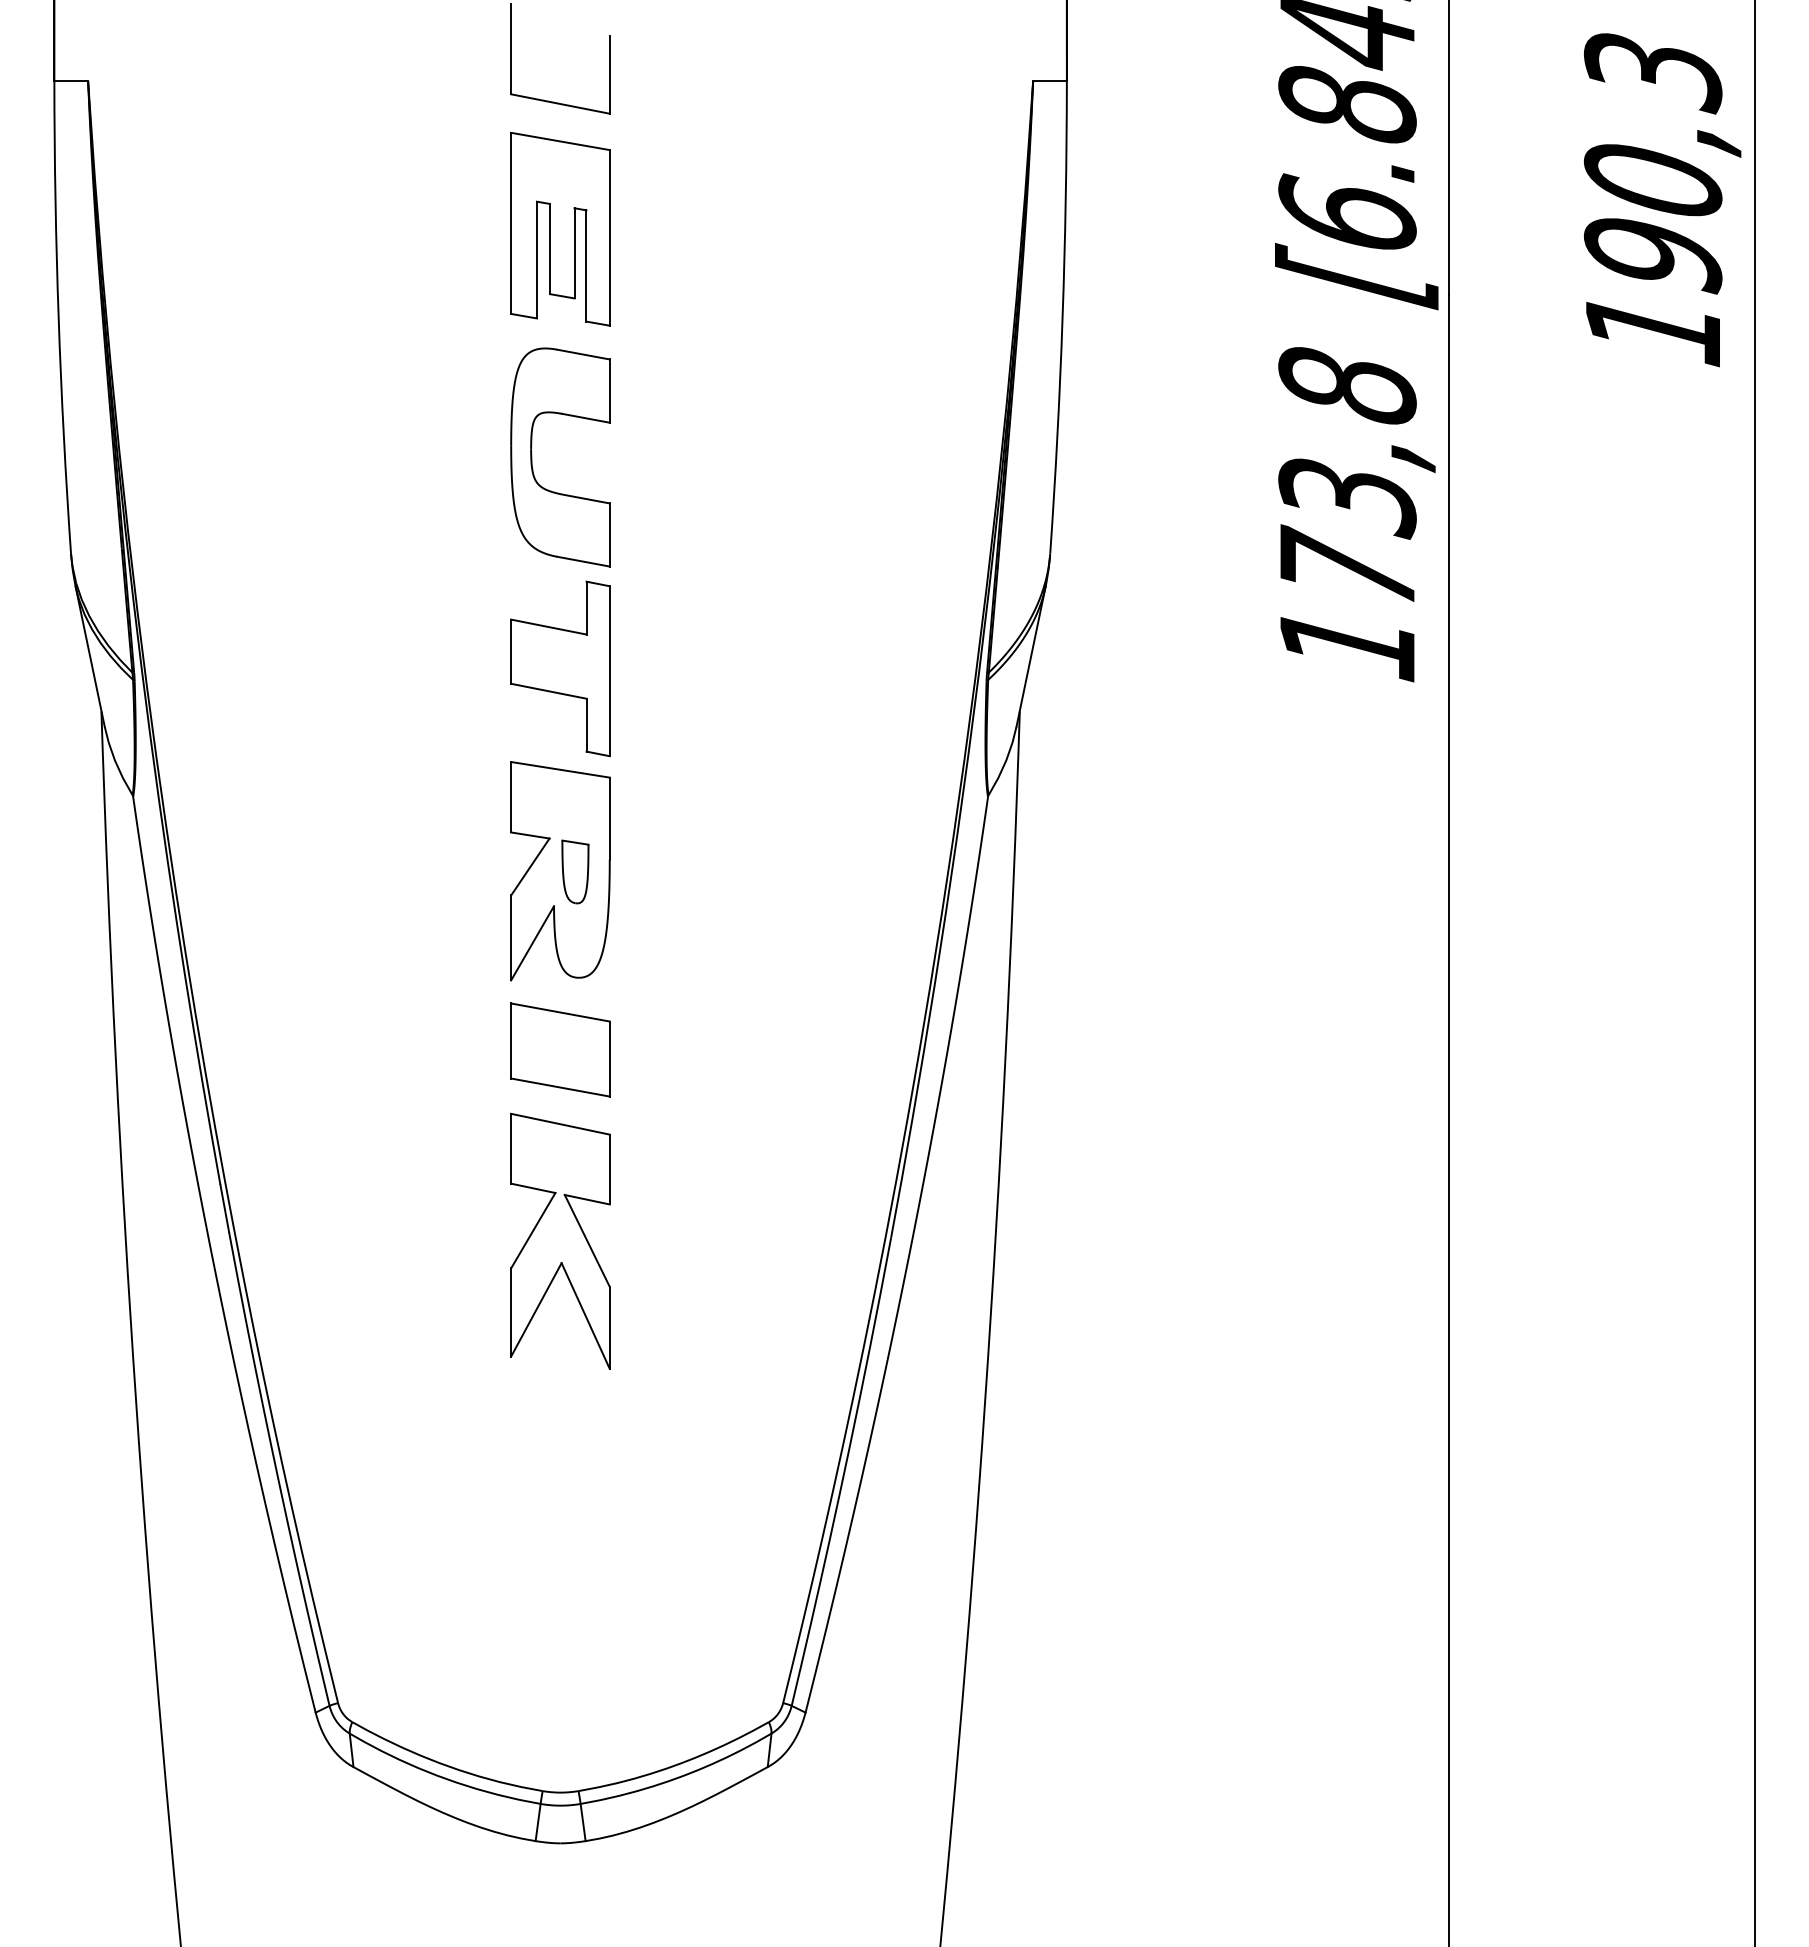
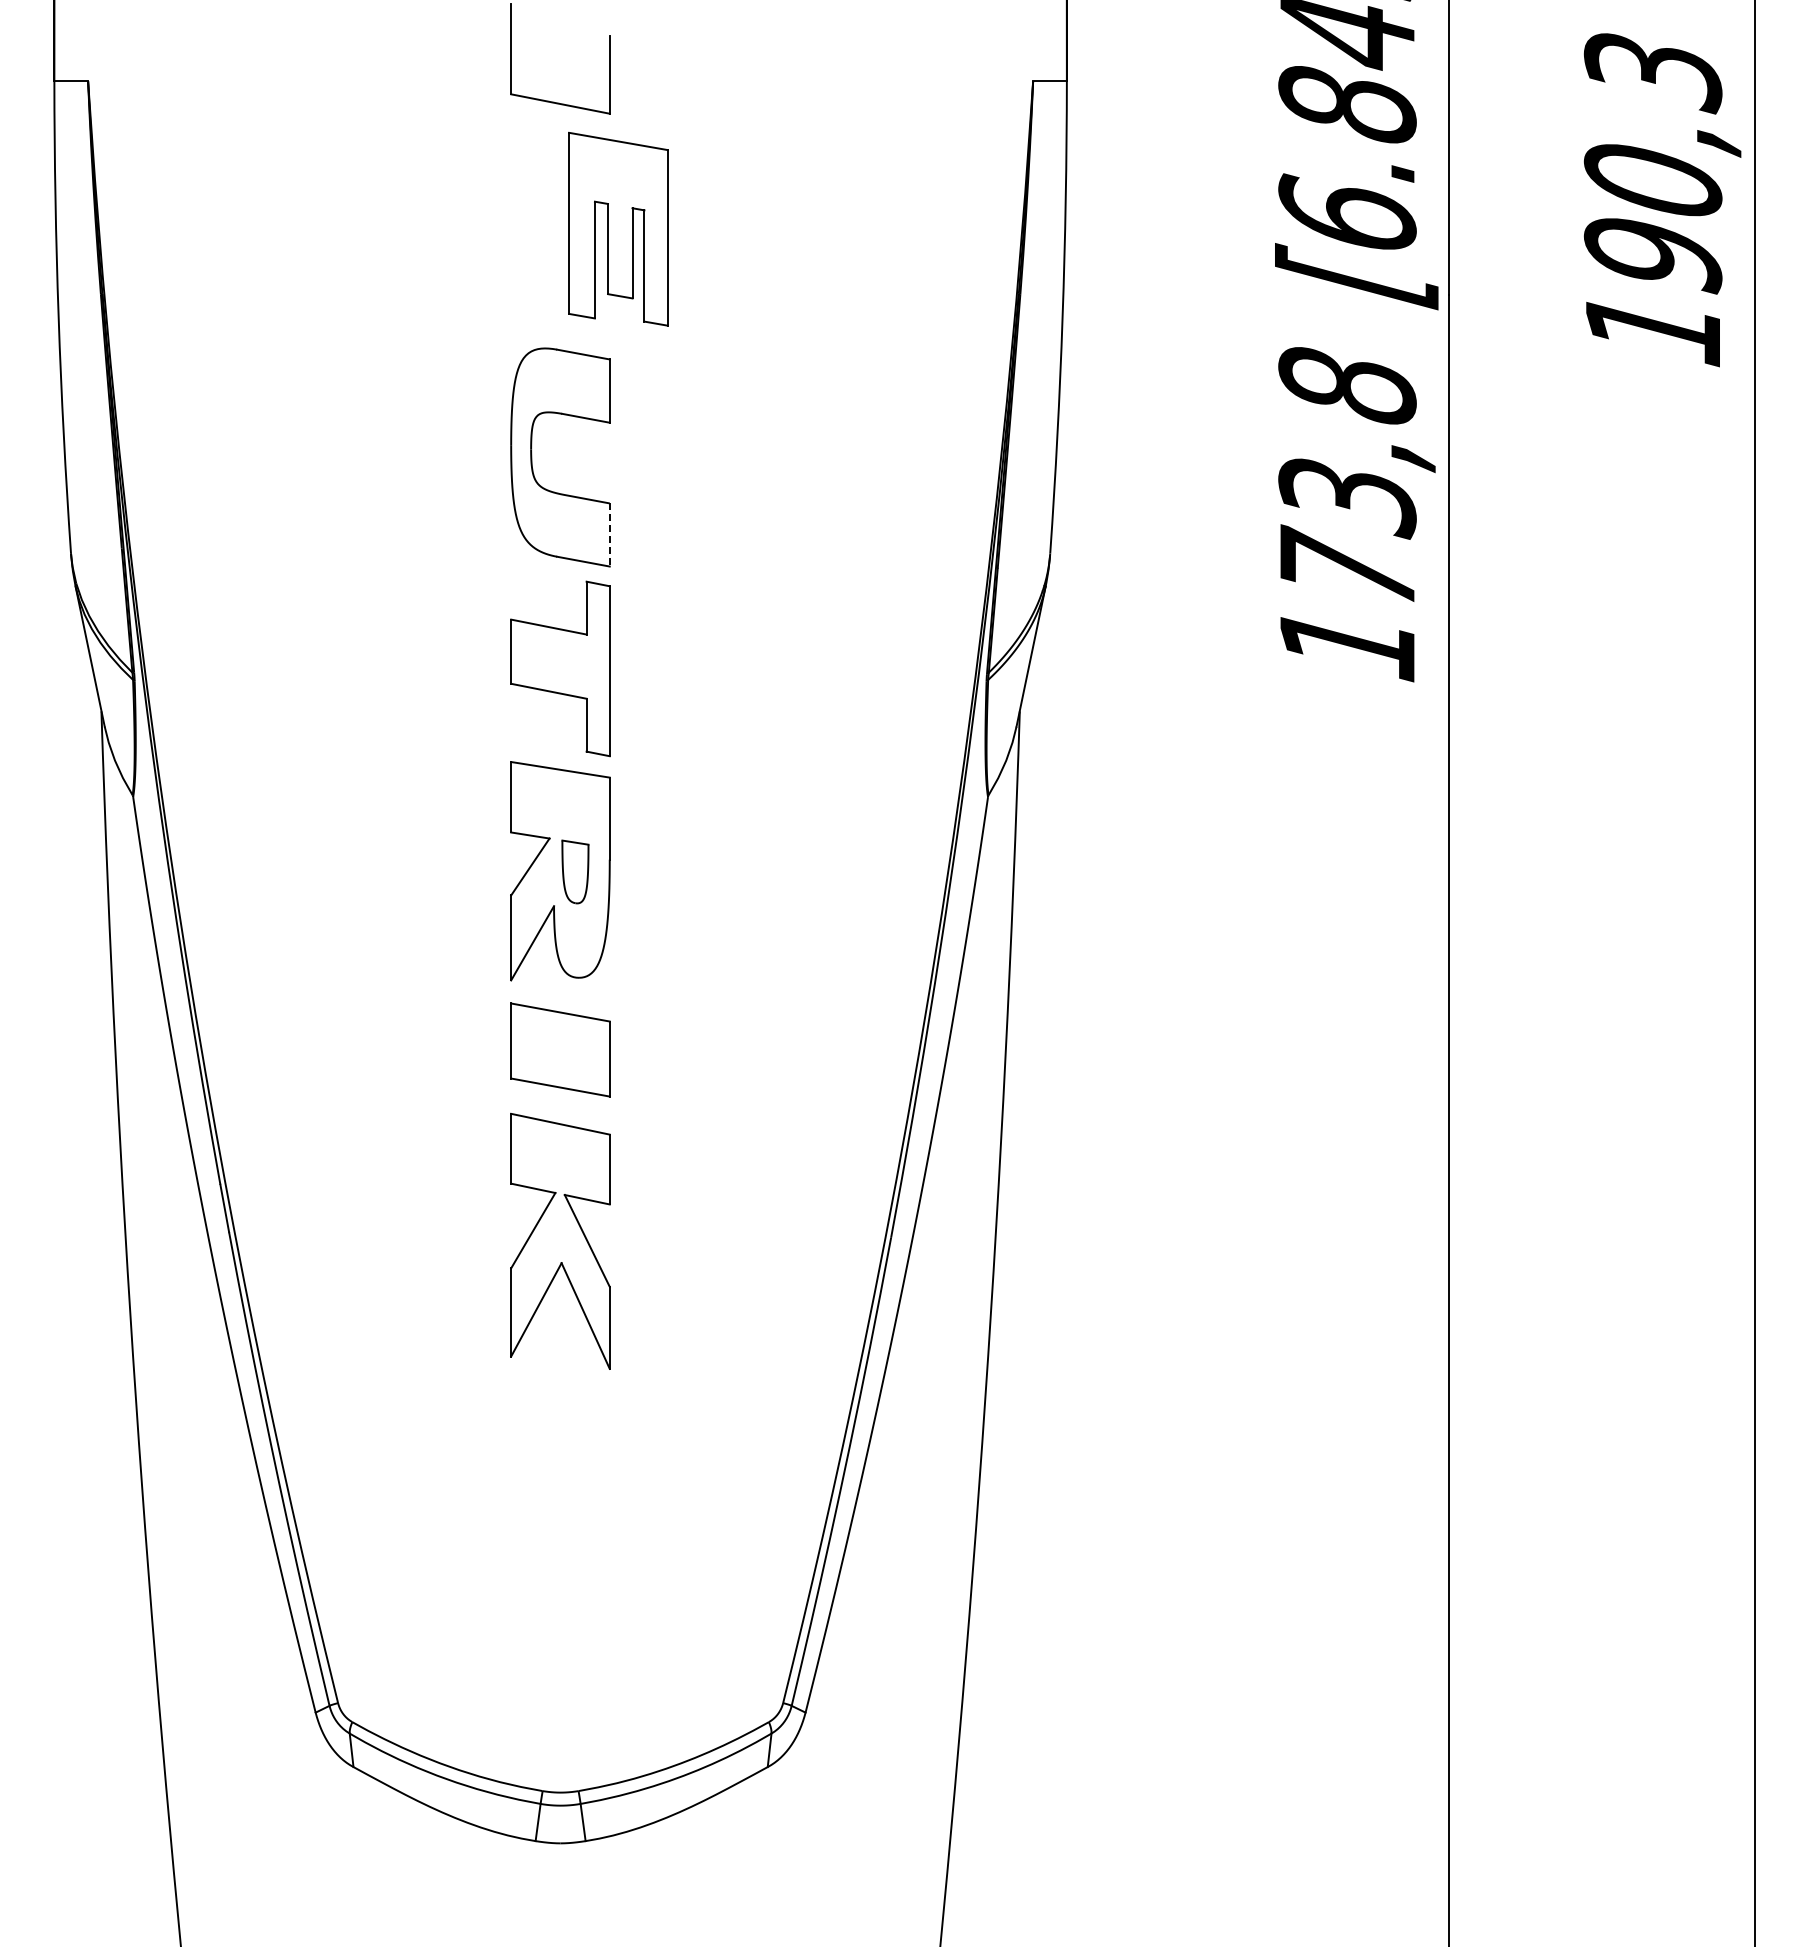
part at (560, 228) position: (560, 228) -> (618, 228)
line at (609, 534): solid -> dashed
